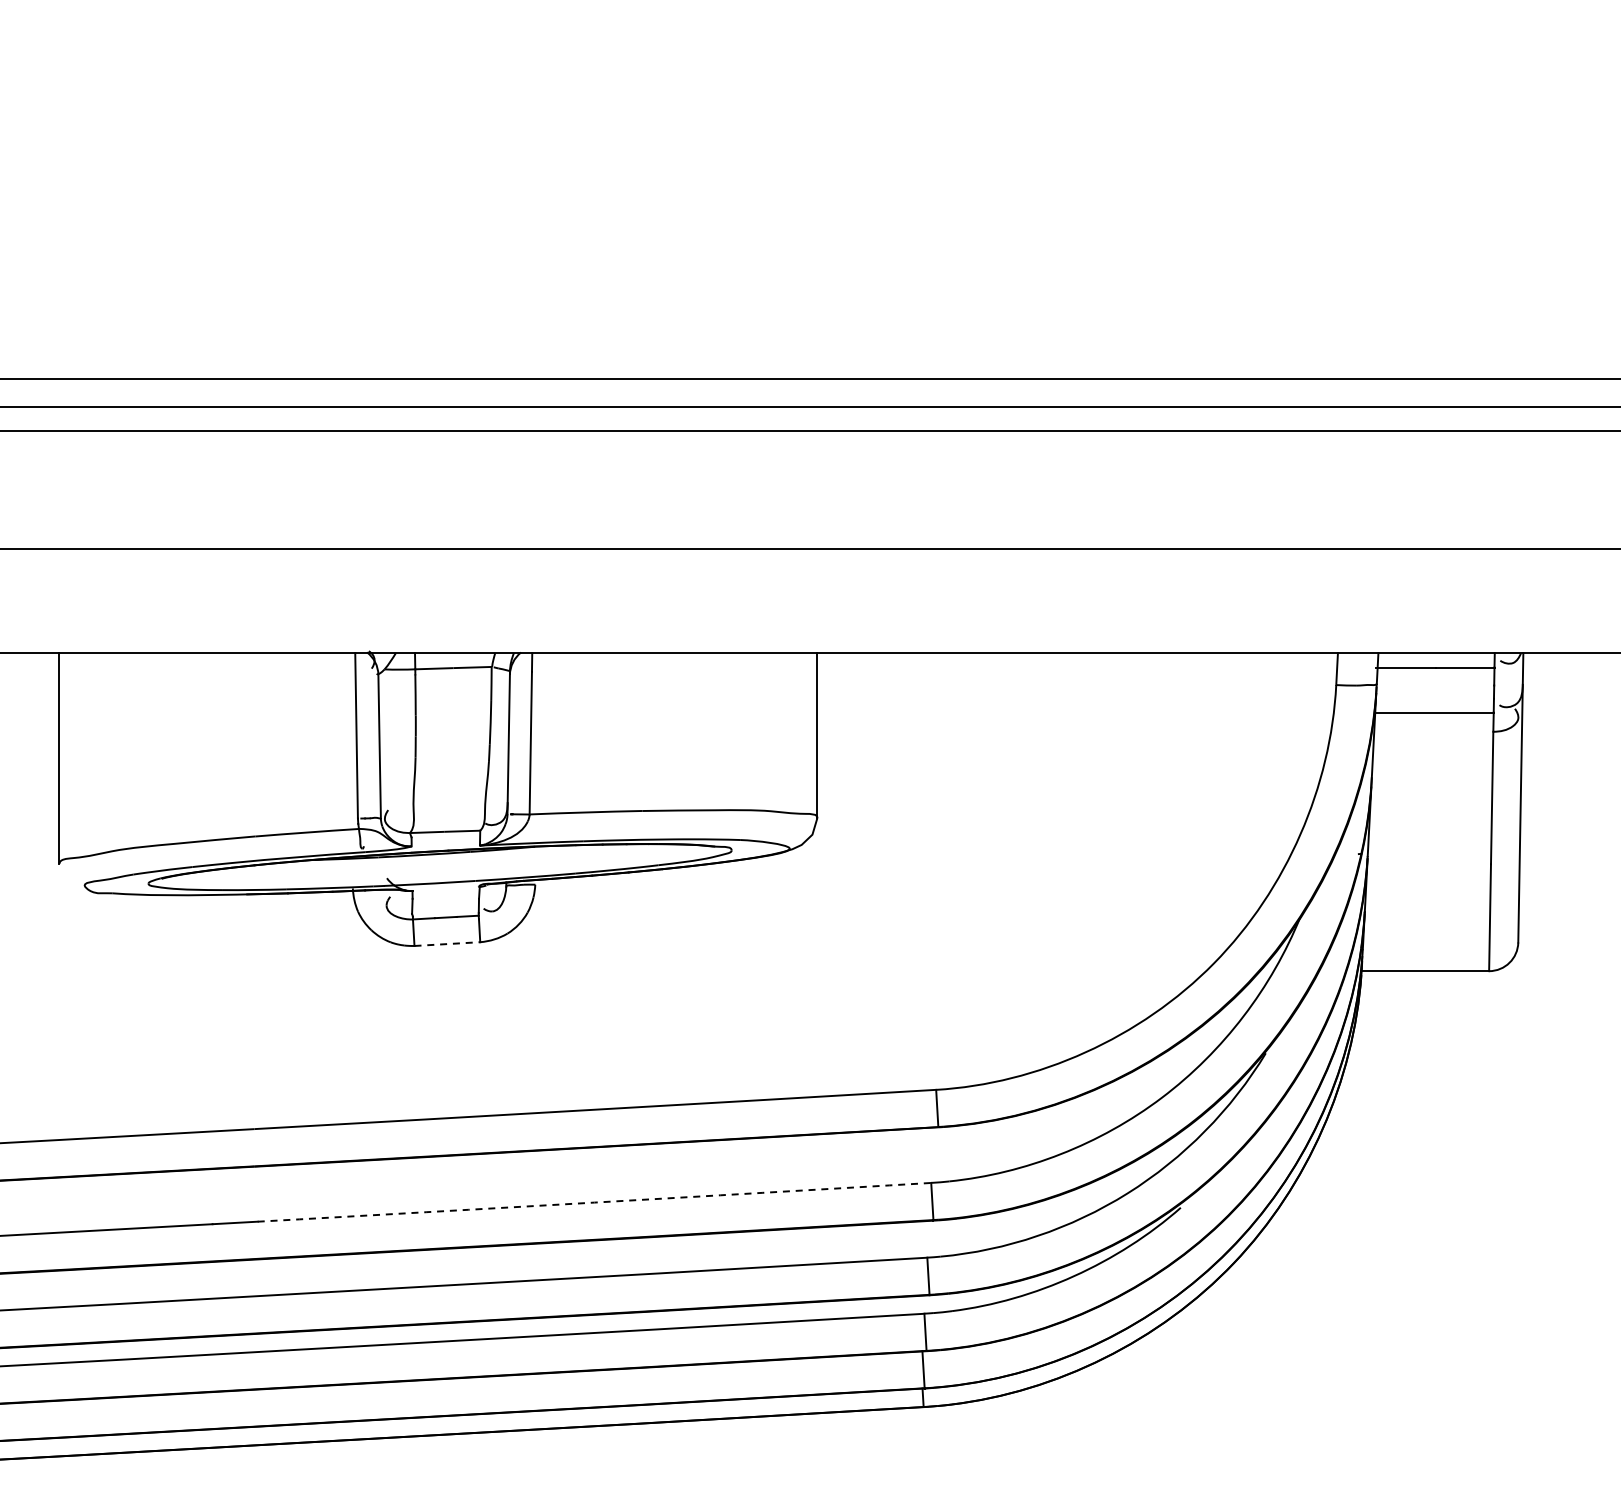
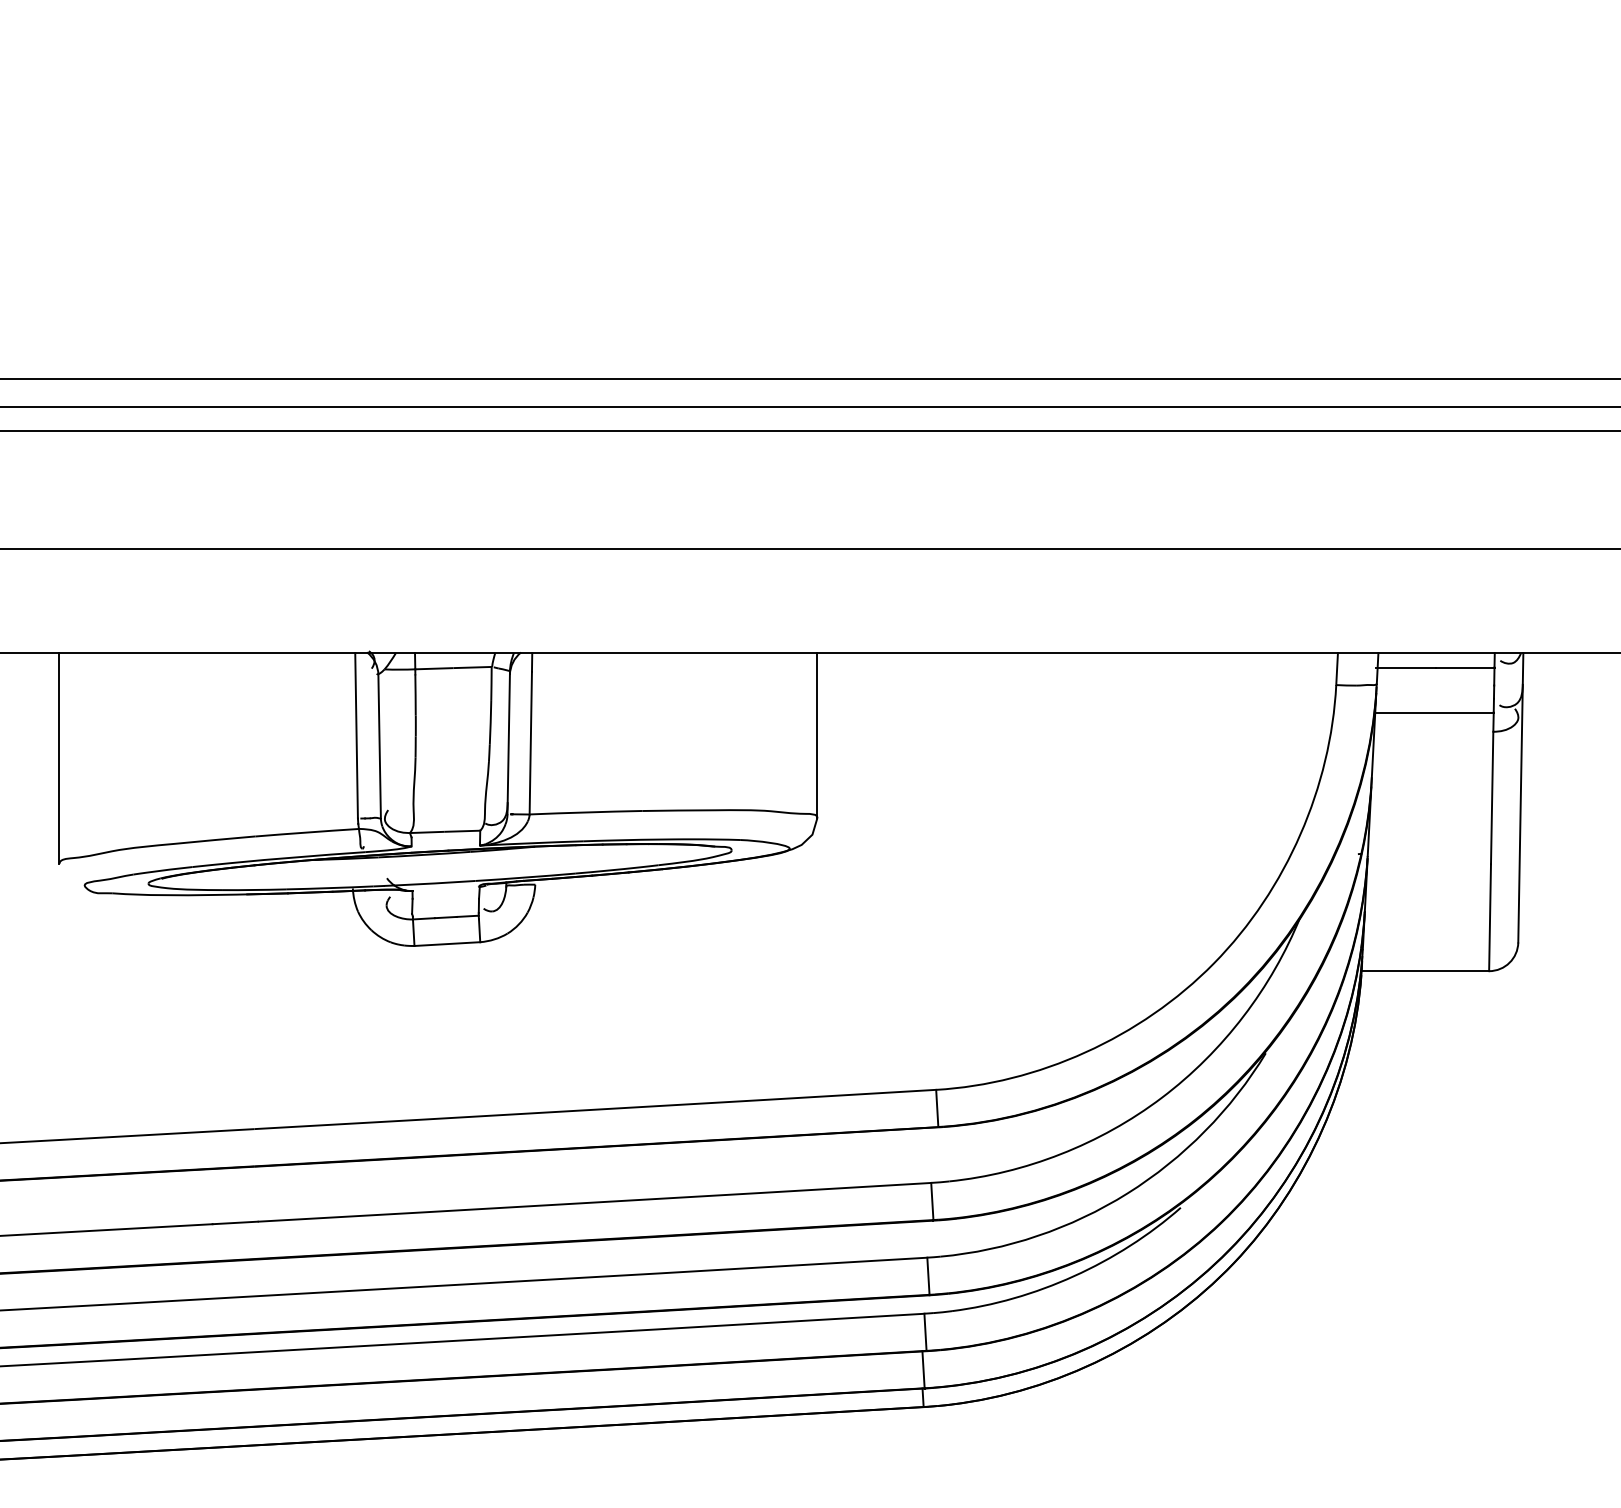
line at (447, 944): dashed -> solid
arc at (594, 1202): dashed -> solid
